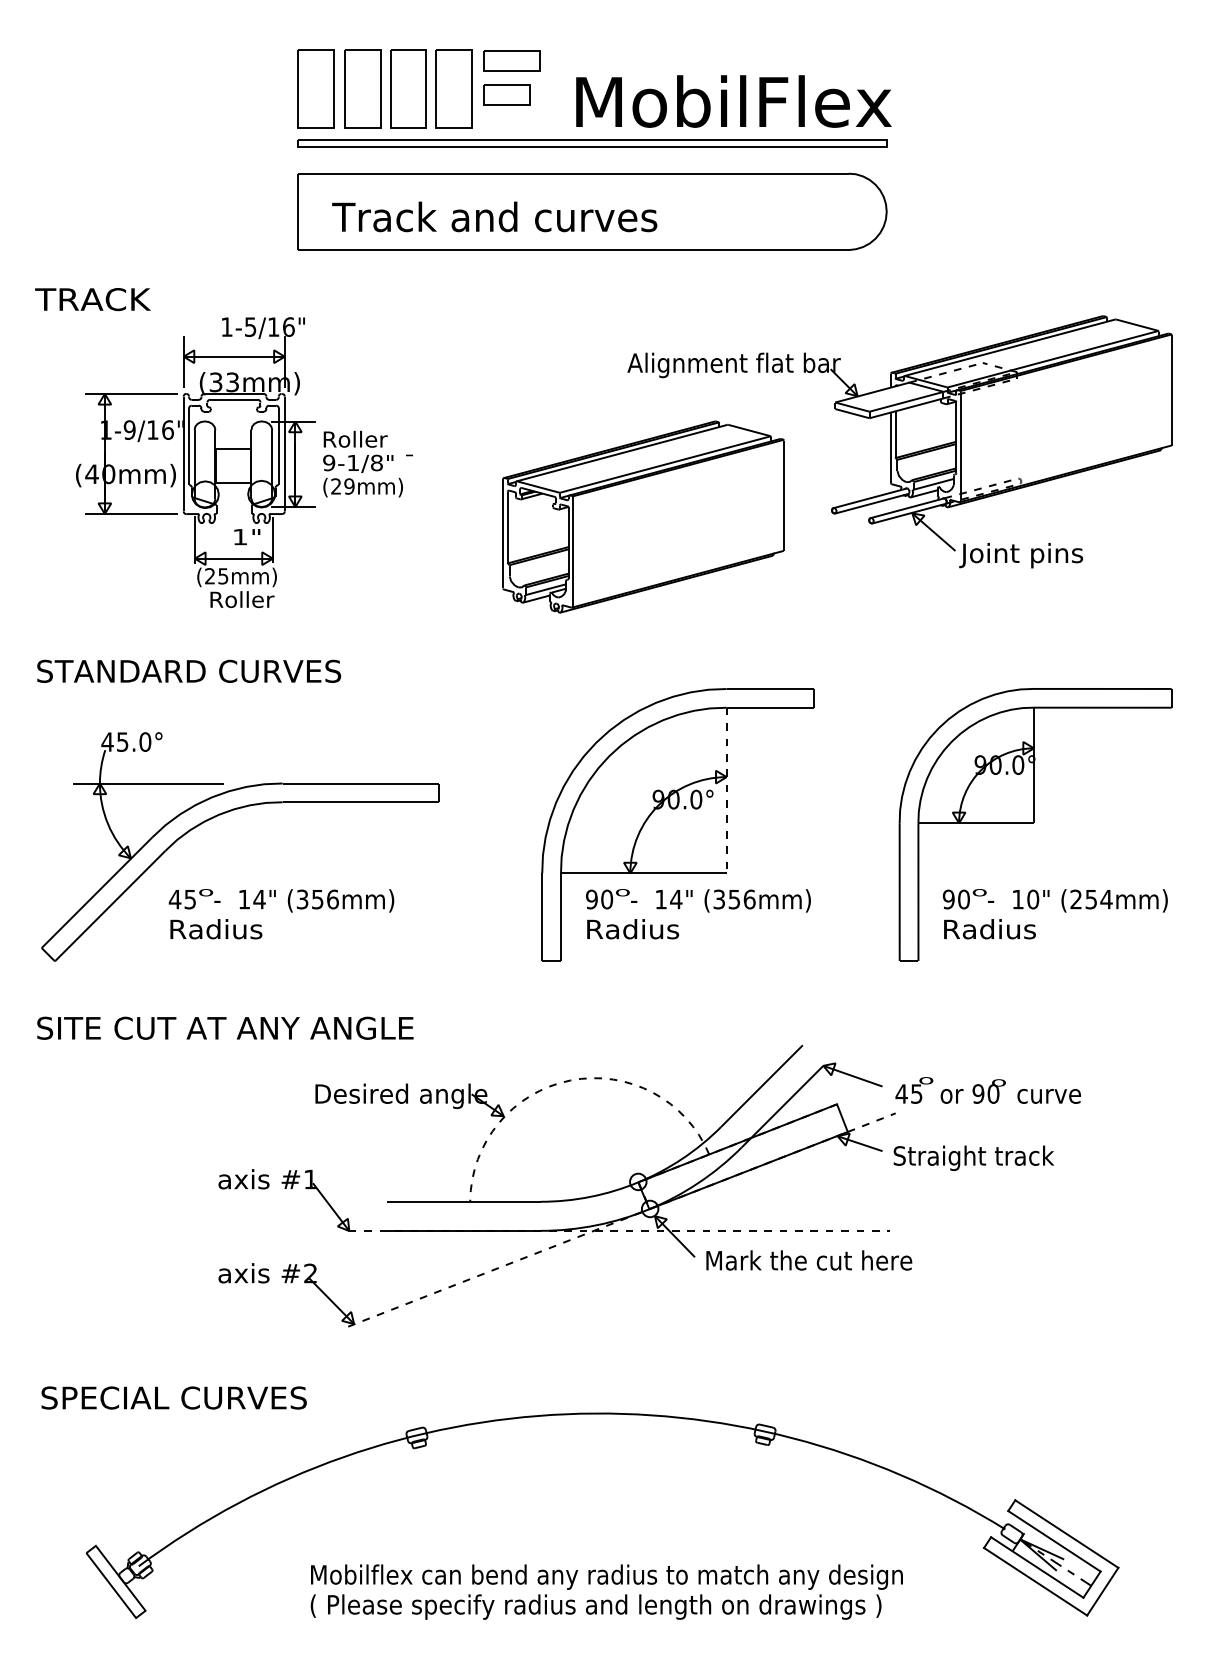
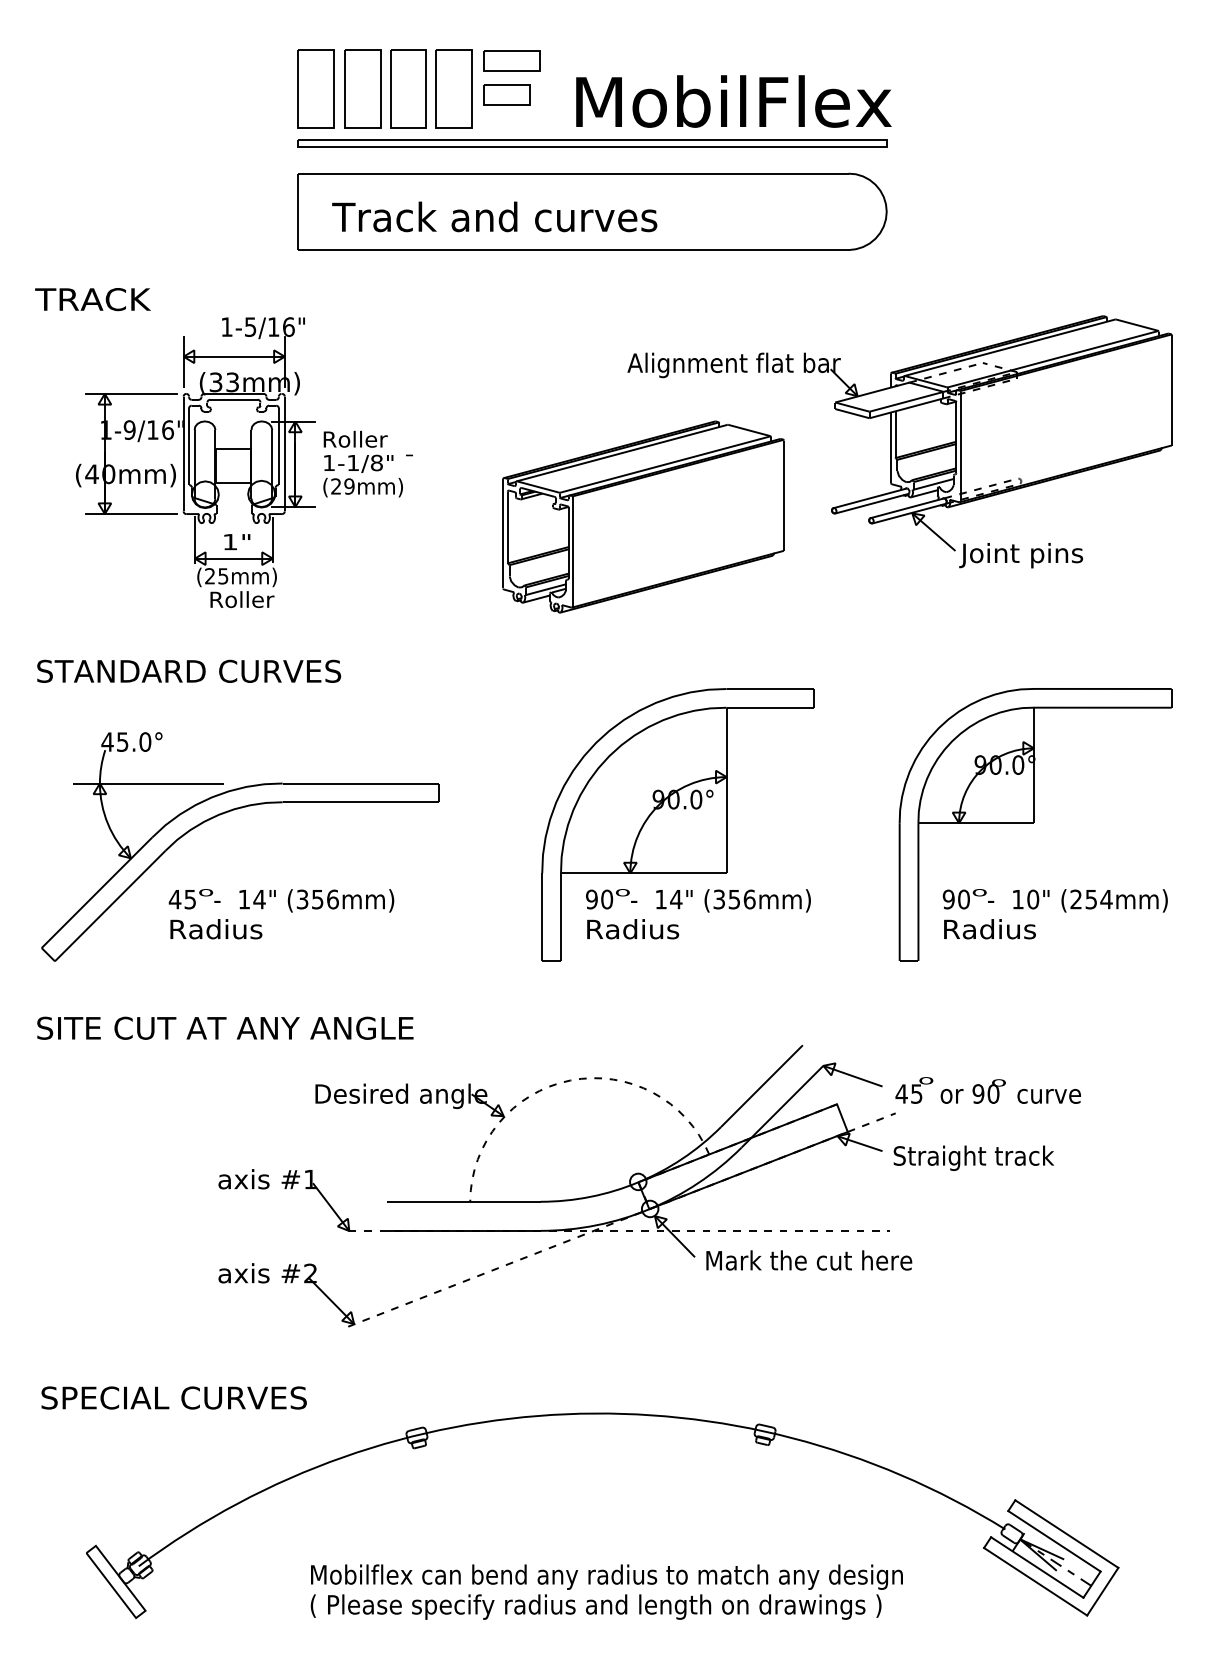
text at (329, 462): 9-1/8" -> 1-1/8"
text at (247, 537) position: (247, 537) -> (237, 542)
line at (726, 790): dashed -> solid
